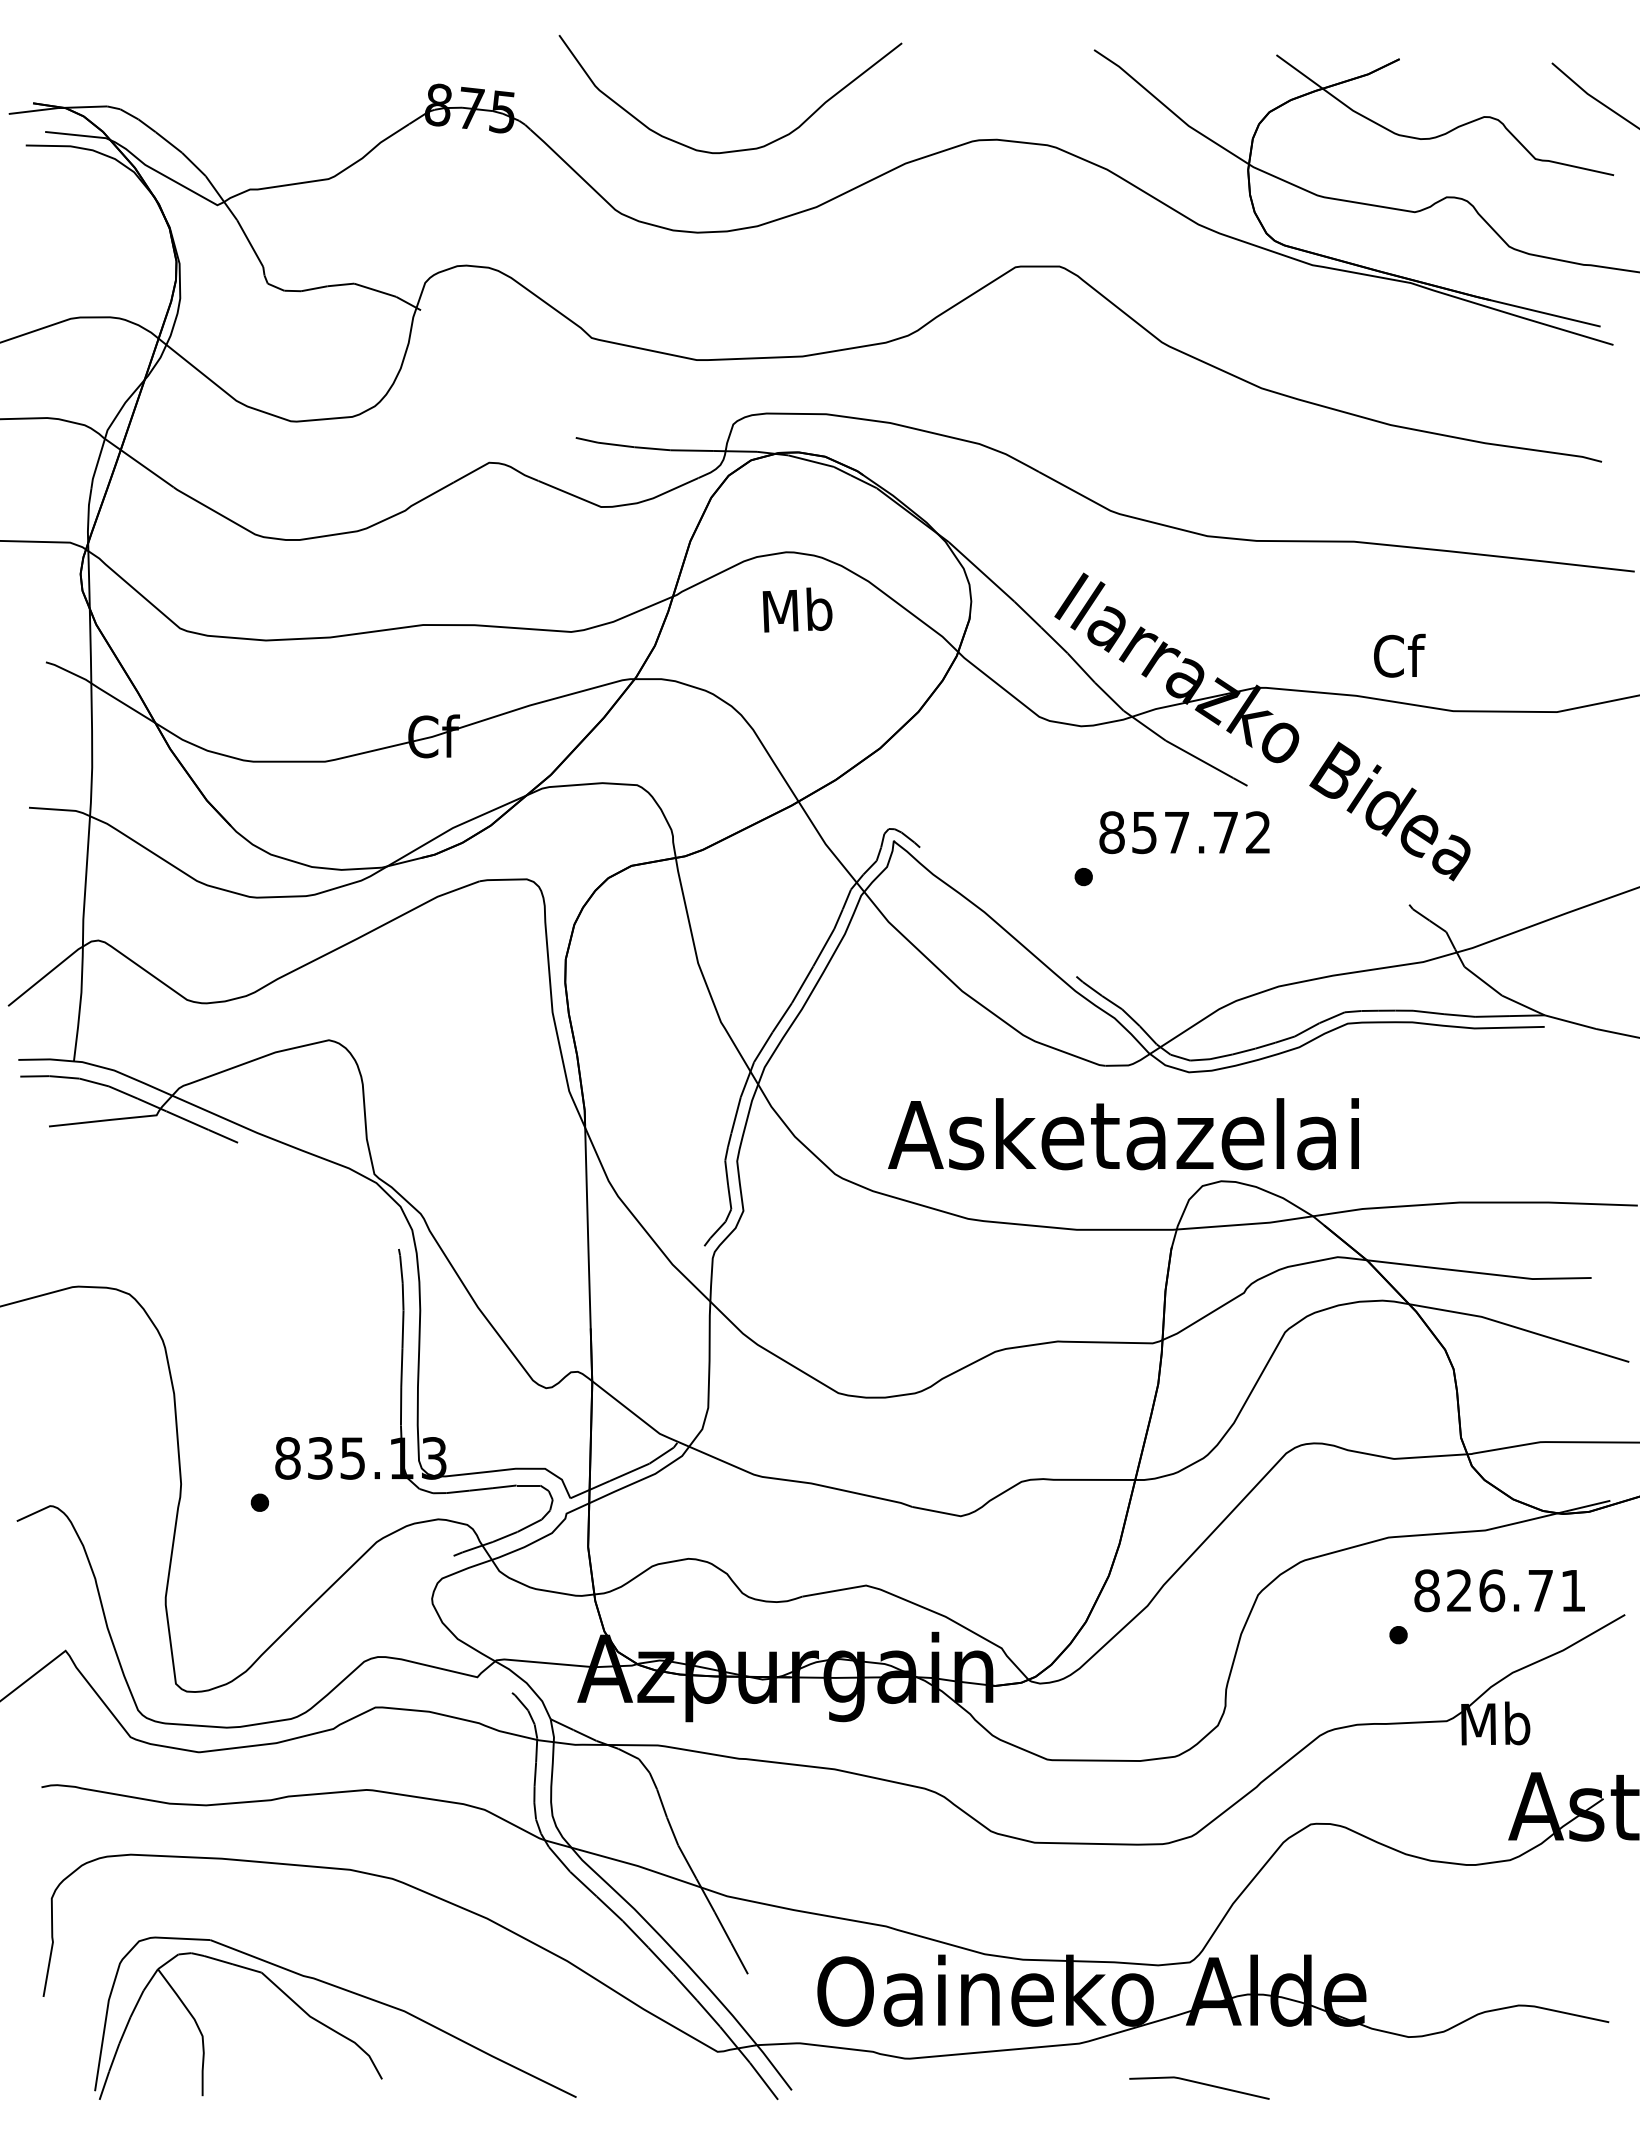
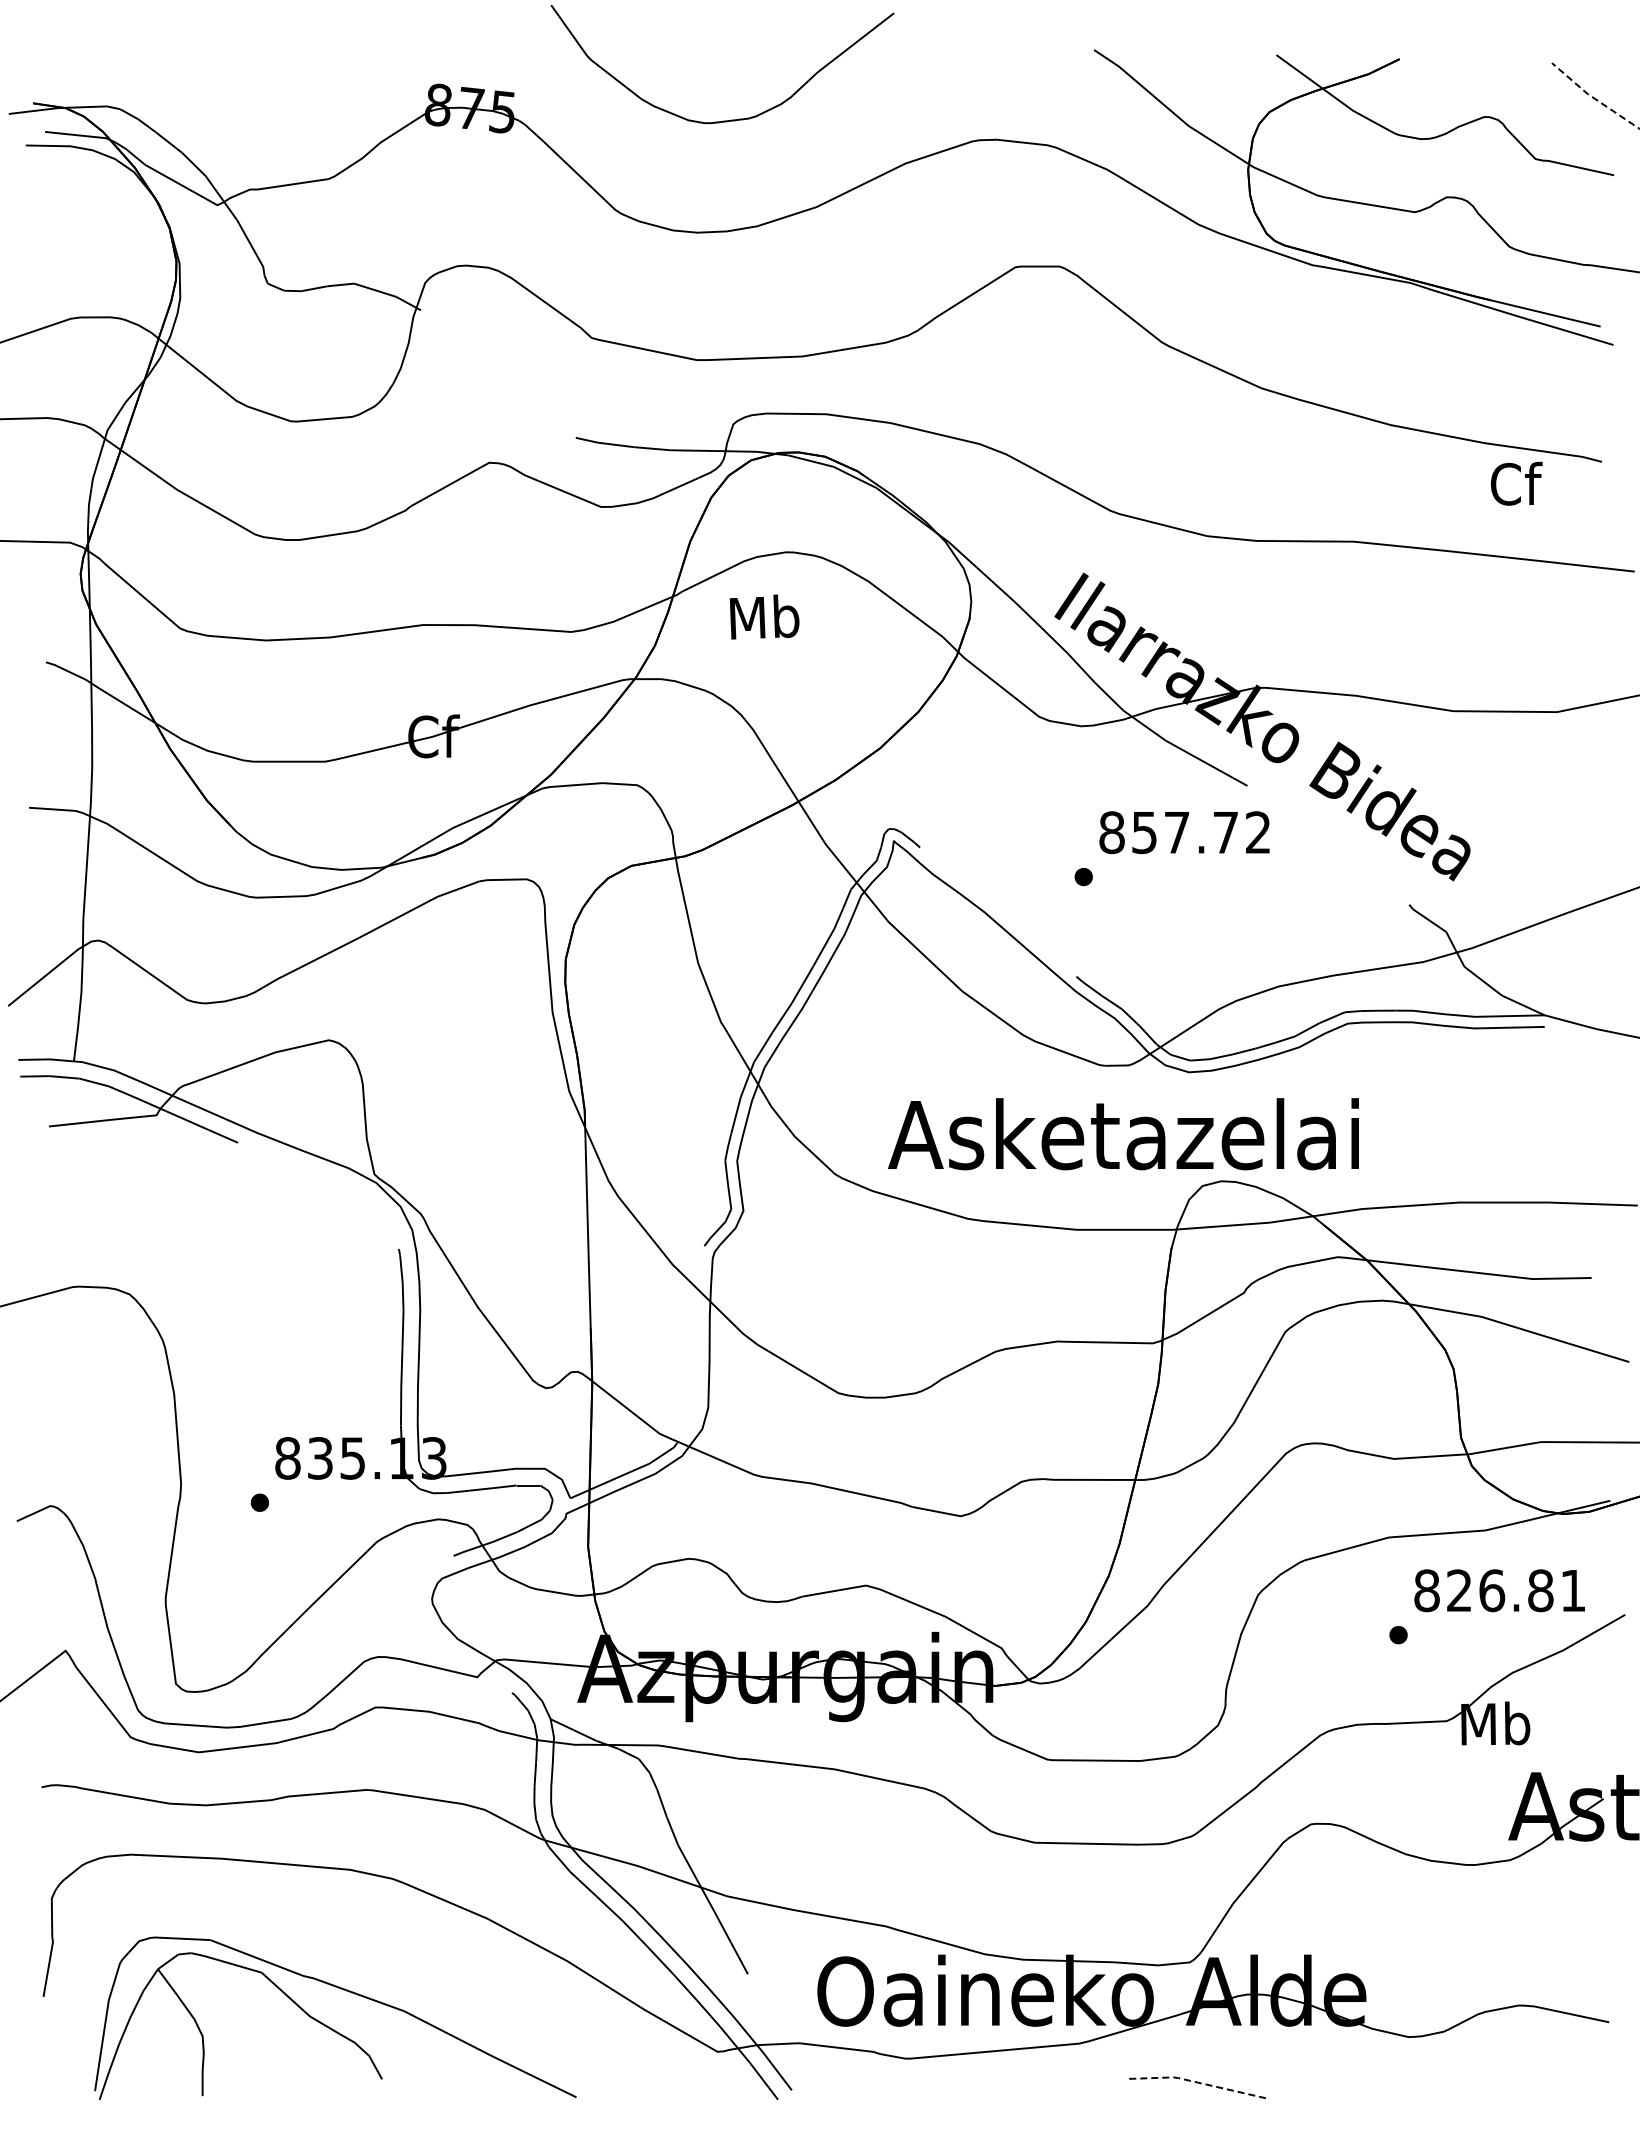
line at (1593, 97): solid -> dashed
curve at (738, 149) position: (738, 149) -> (730, 119)
text at (797, 609) position: (797, 609) -> (764, 616)
text at (1399, 655) position: (1399, 655) -> (1516, 483)
text at (1540, 1590): 826.71 -> 826.81
line at (1199, 2082): solid -> dashed
